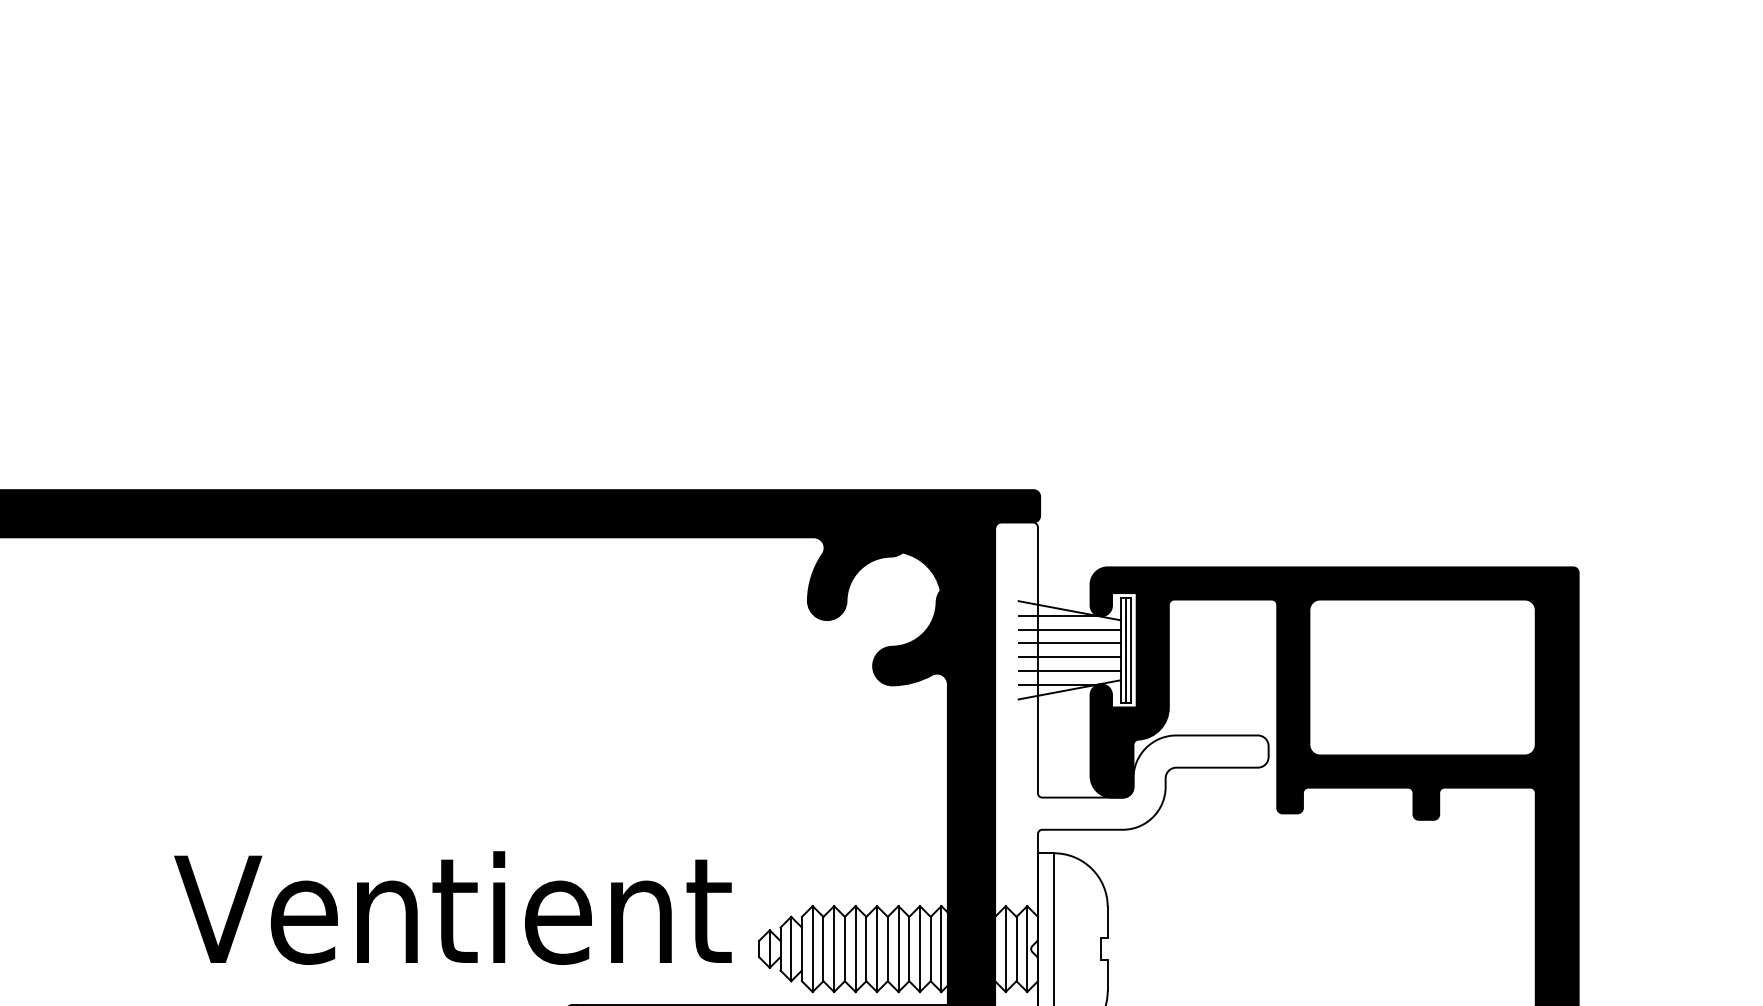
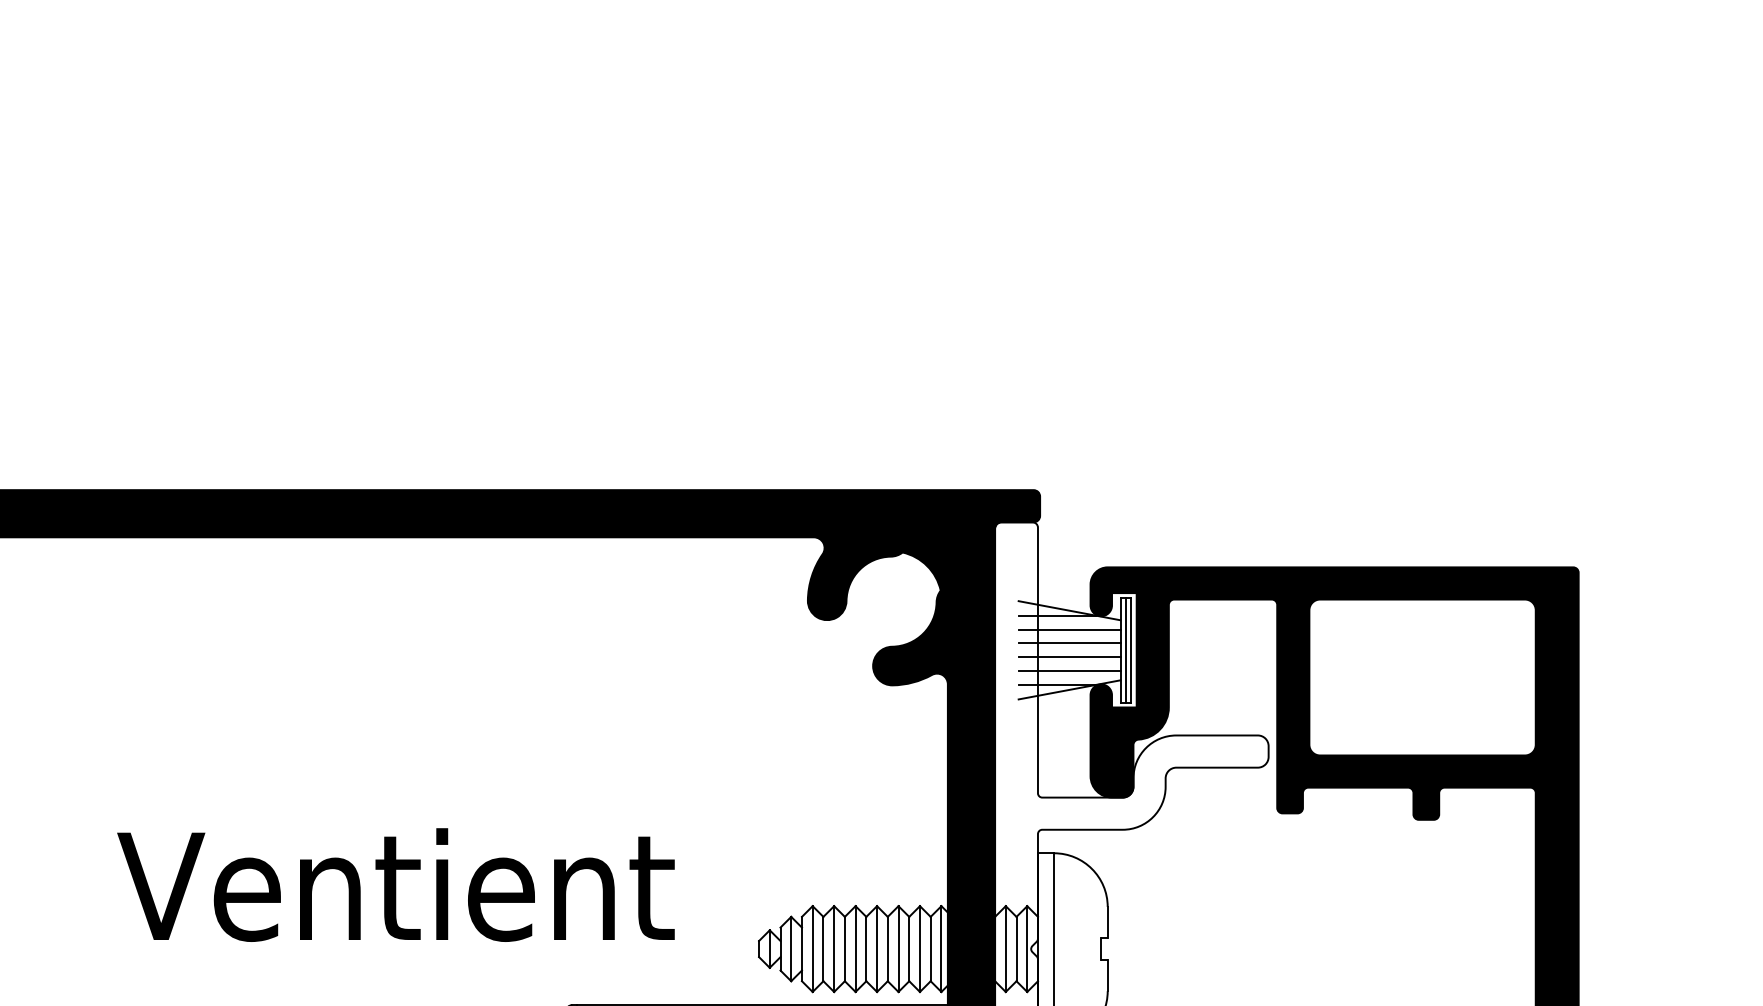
text at (452, 907) position: (452, 907) -> (395, 884)
